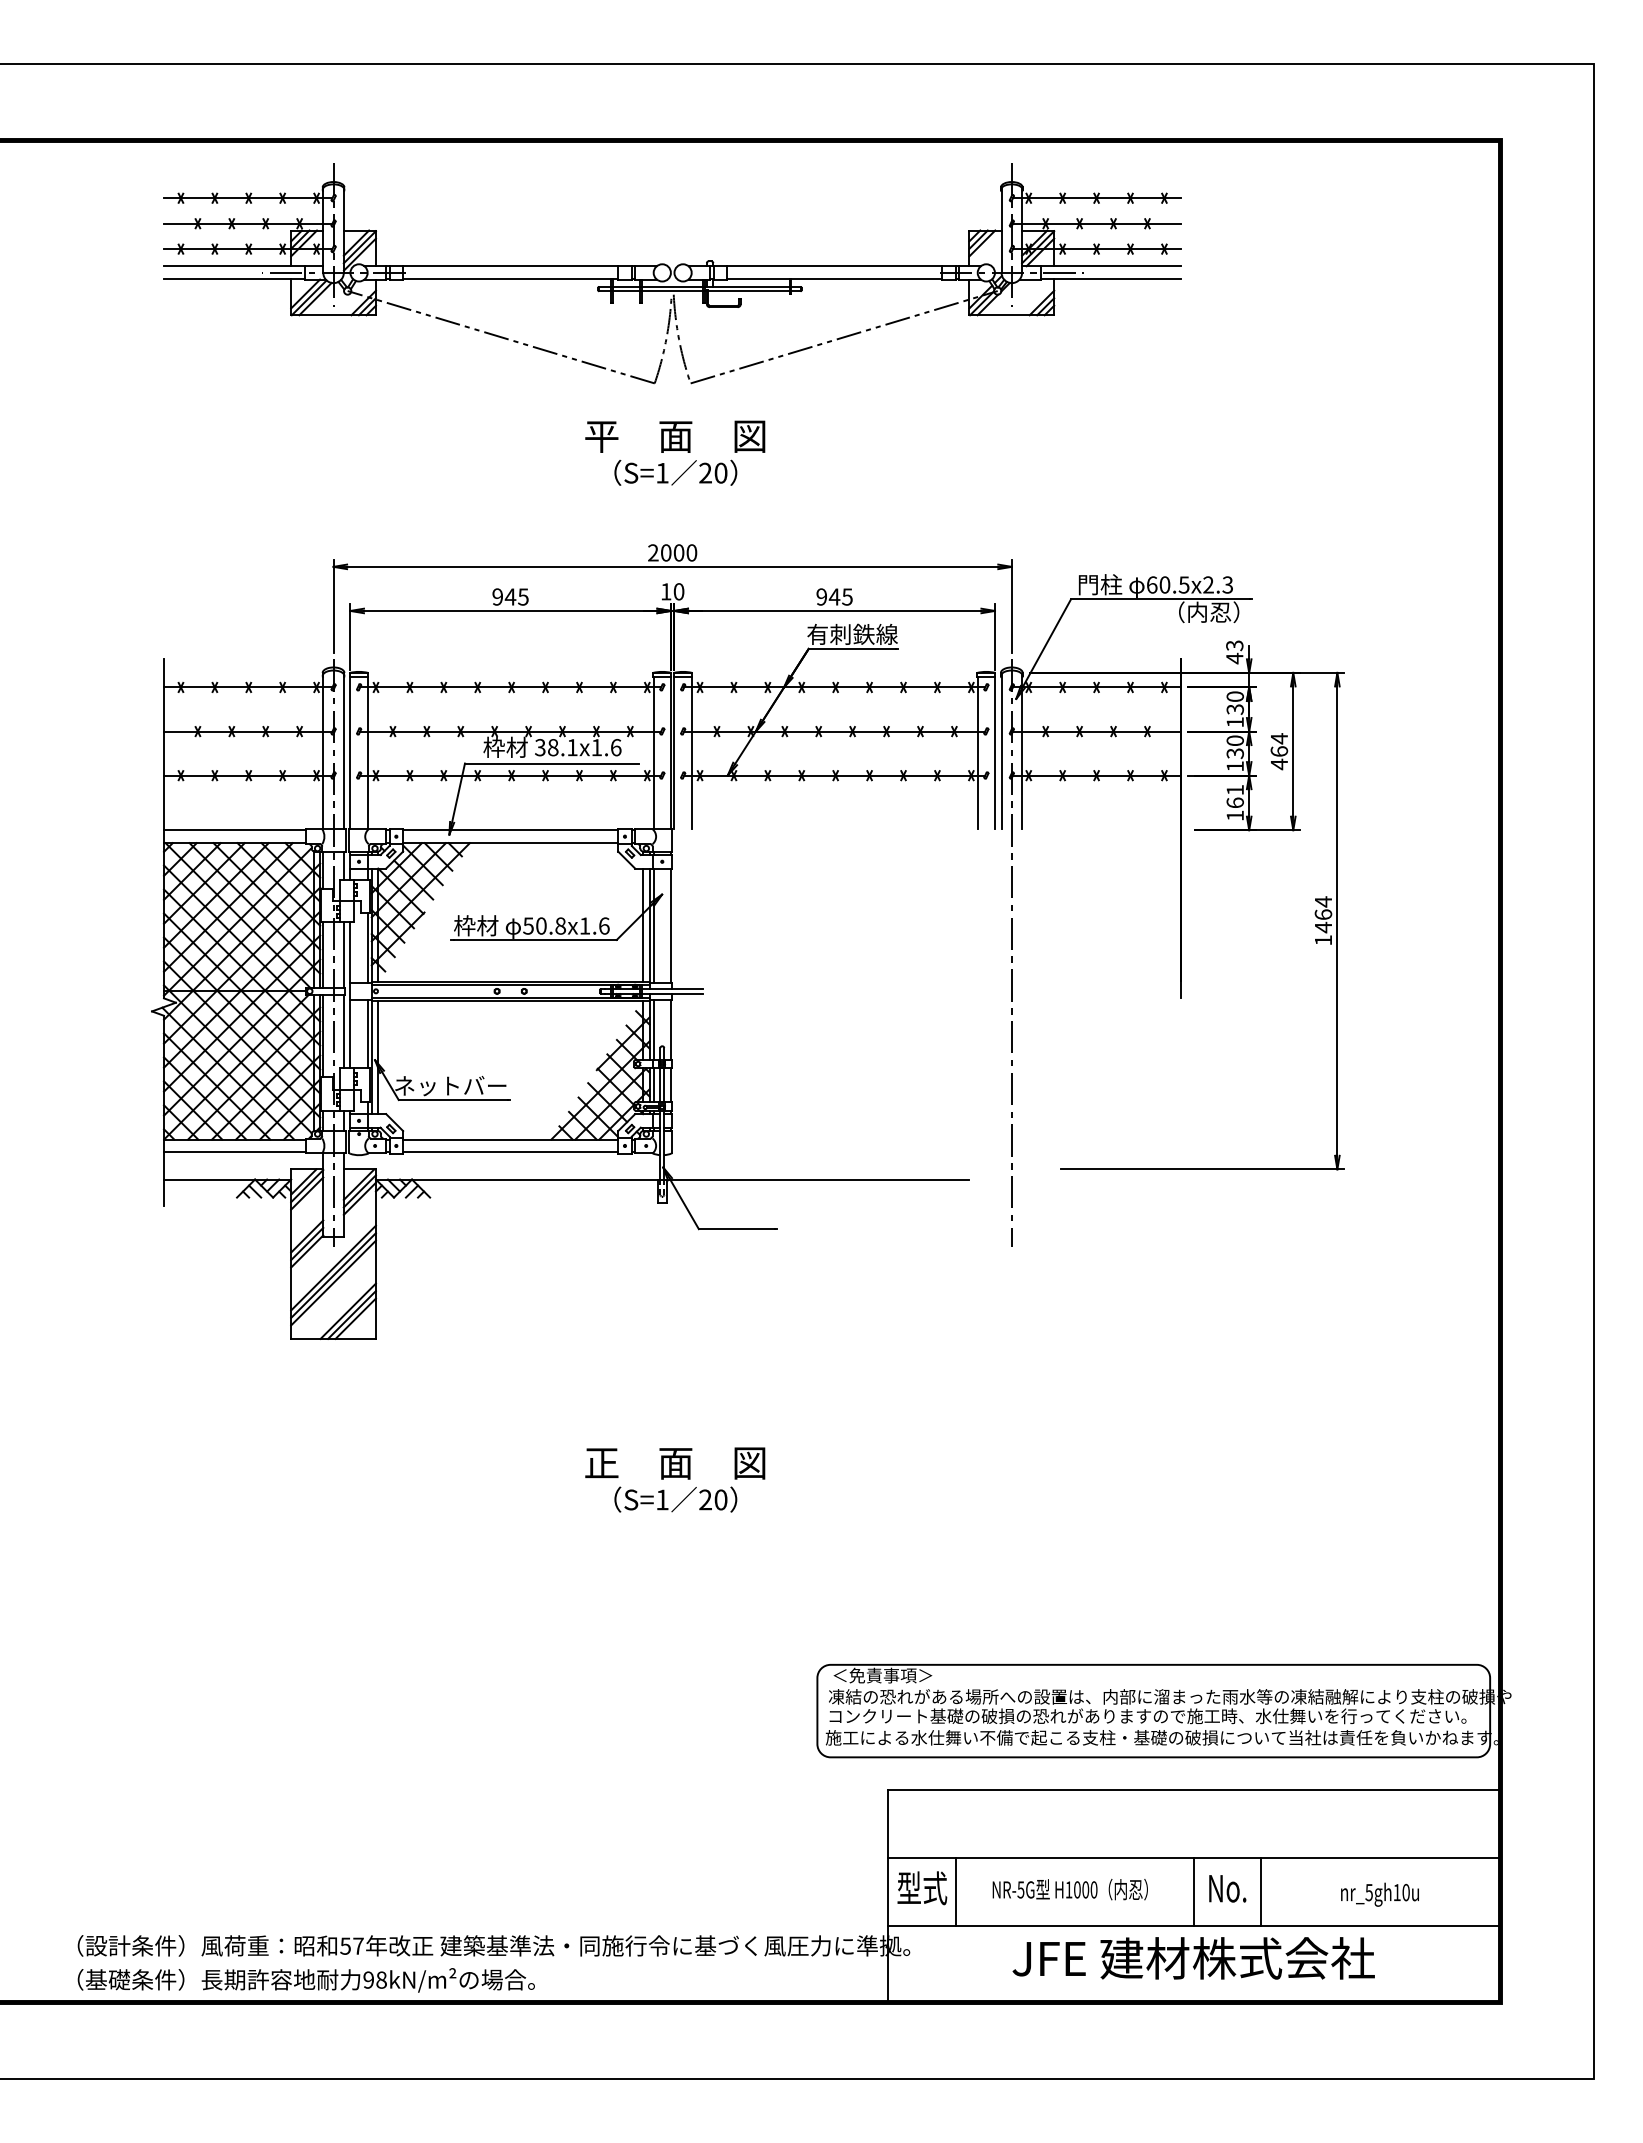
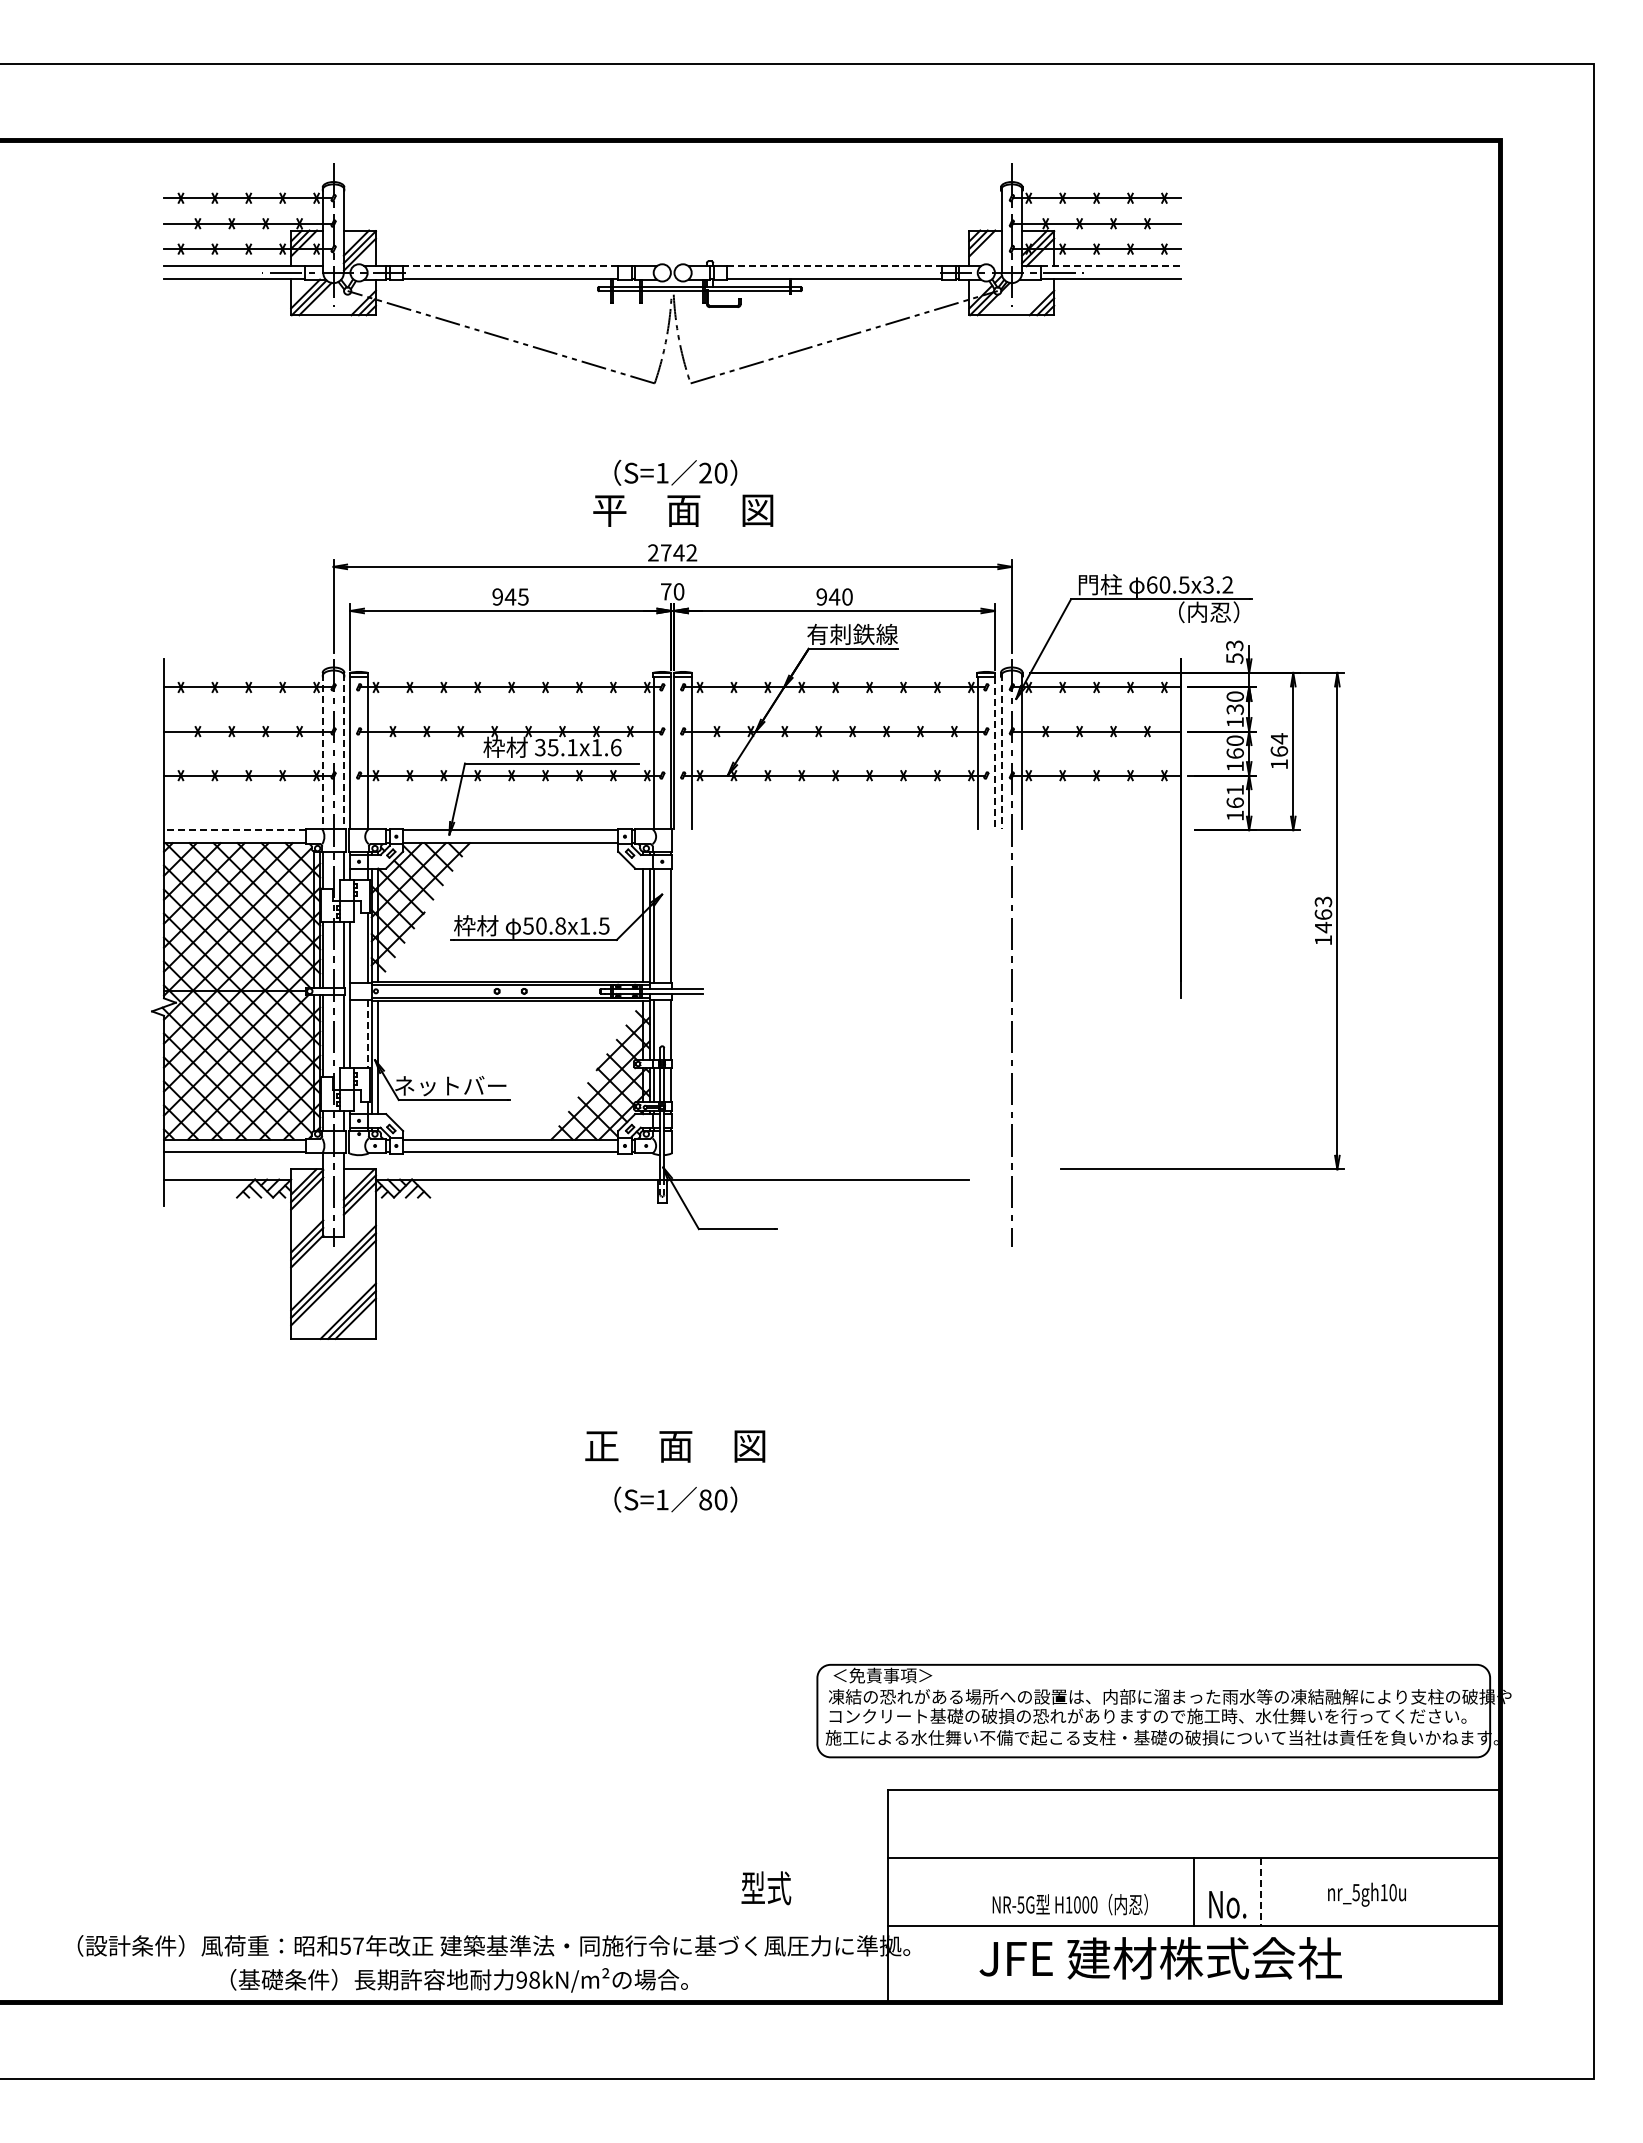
line at (510, 266): solid -> dashed
line at (834, 266): solid -> dashed
line at (1111, 266): solid -> dashed
text at (675, 436) position: (675, 436) -> (683, 510)
text at (679, 552): 2000 -> 2742
text at (1218, 584): 60.5x2.3 -> 60.5x3.2
text at (666, 591): 10 -> 70
text at (847, 596): 945 -> 940
text at (1234, 658): 43 -> 53
text at (552, 747): 38.1x1.6 -> 35.1x1.6
line at (323, 751): solid -> dashed
line at (343, 751): solid -> dashed
line at (1001, 751): solid -> dashed
line at (994, 753): solid -> dashed
text at (1234, 753): 130 -> 160
text at (1279, 764): 464 -> 164
line at (234, 830): solid -> dashed
text at (1323, 901): 1464 -> 1463
text at (603, 925): 50.8x1.6 -> 50.8x1.5
line at (367, 1034): solid -> dashed
text at (675, 1463) position: (675, 1463) -> (675, 1446)
text at (705, 1499): 20 -> 80
text at (922, 1888) position: (922, 1888) -> (766, 1888)
text at (1227, 1888) position: (1227, 1888) -> (1227, 1904)
text at (1069, 1889) position: (1069, 1889) -> (1069, 1904)
line at (956, 1892): present -> none
line at (1261, 1892): solid -> dashed
text at (1379, 1894) position: (1379, 1894) -> (1366, 1894)
text at (1193, 1958) position: (1193, 1958) -> (1160, 1958)
text at (305, 1980) position: (305, 1980) -> (458, 1980)
